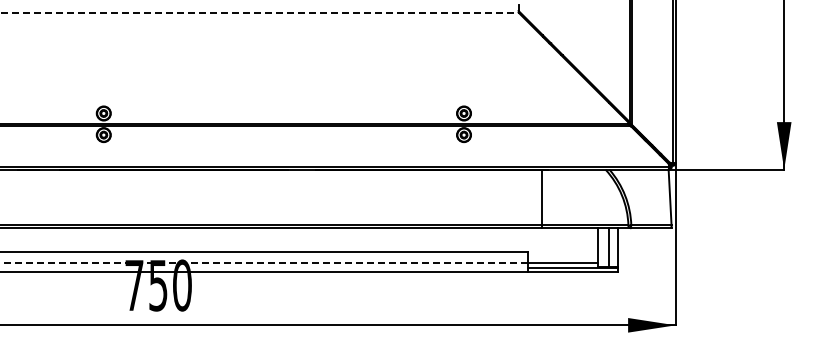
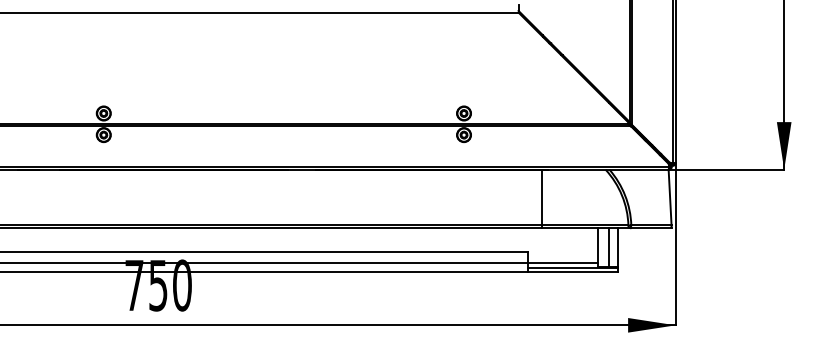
line at (259, 12): dashed -> solid
line at (264, 263): dashed -> solid
